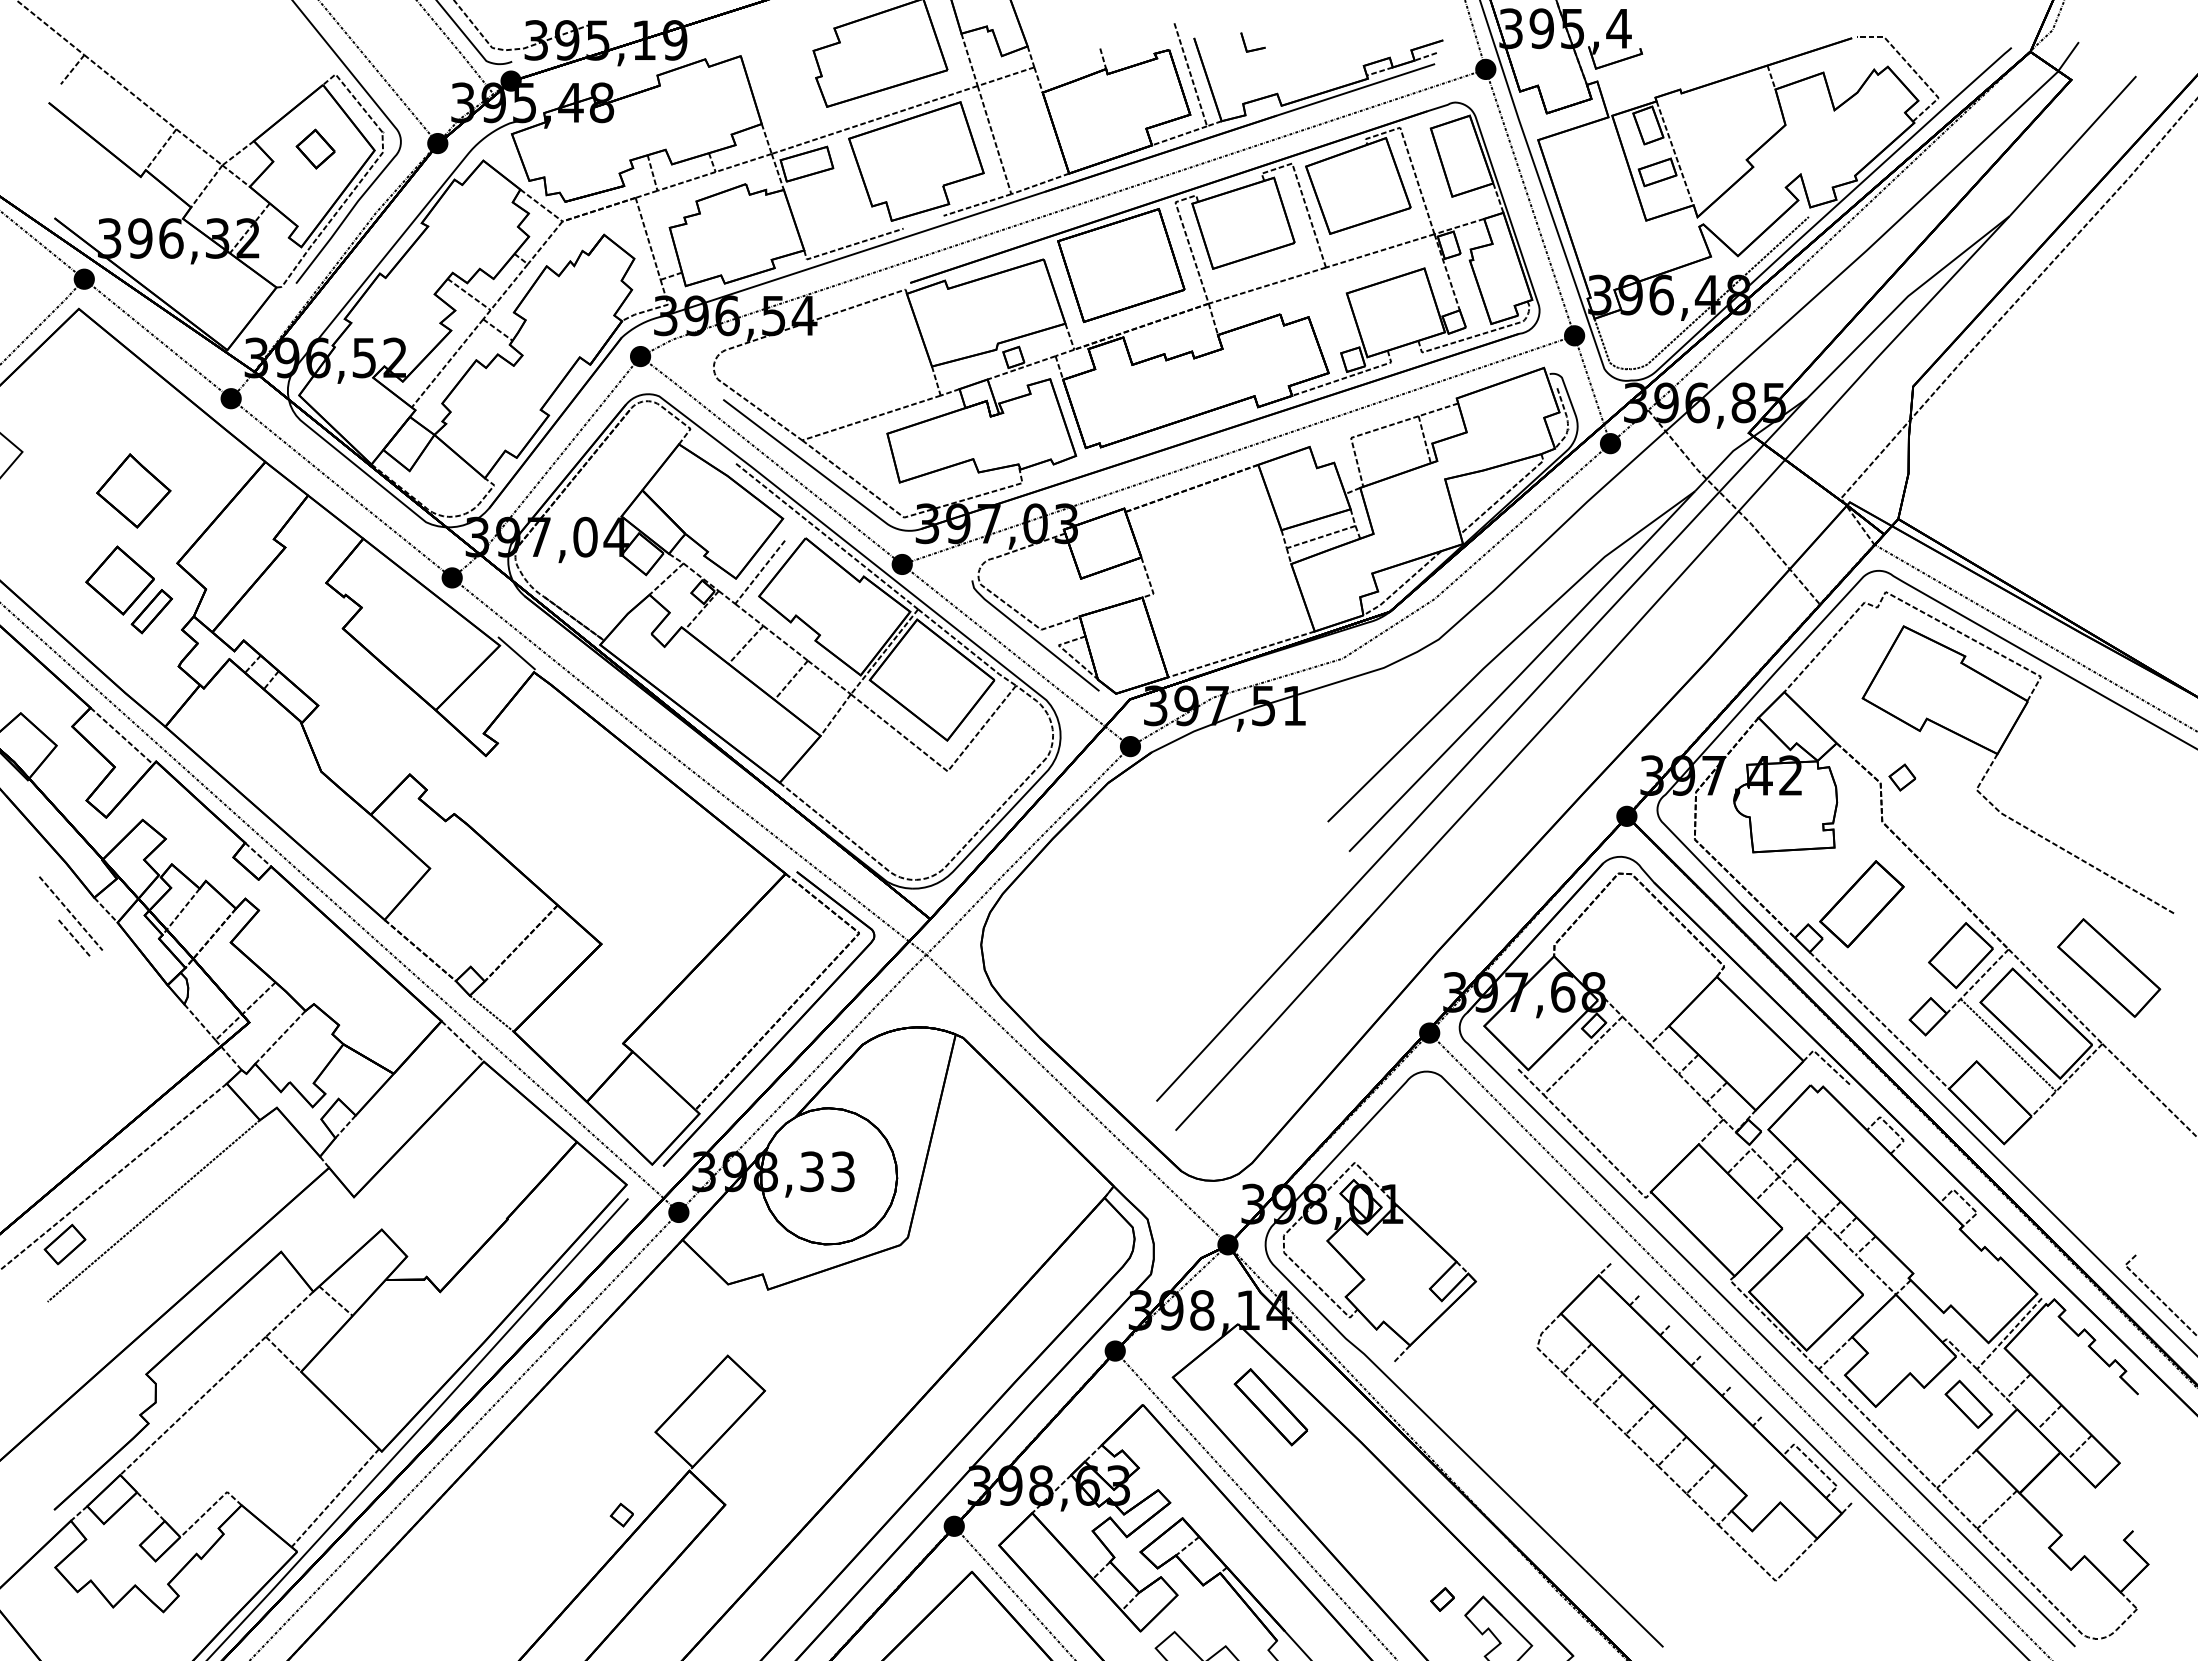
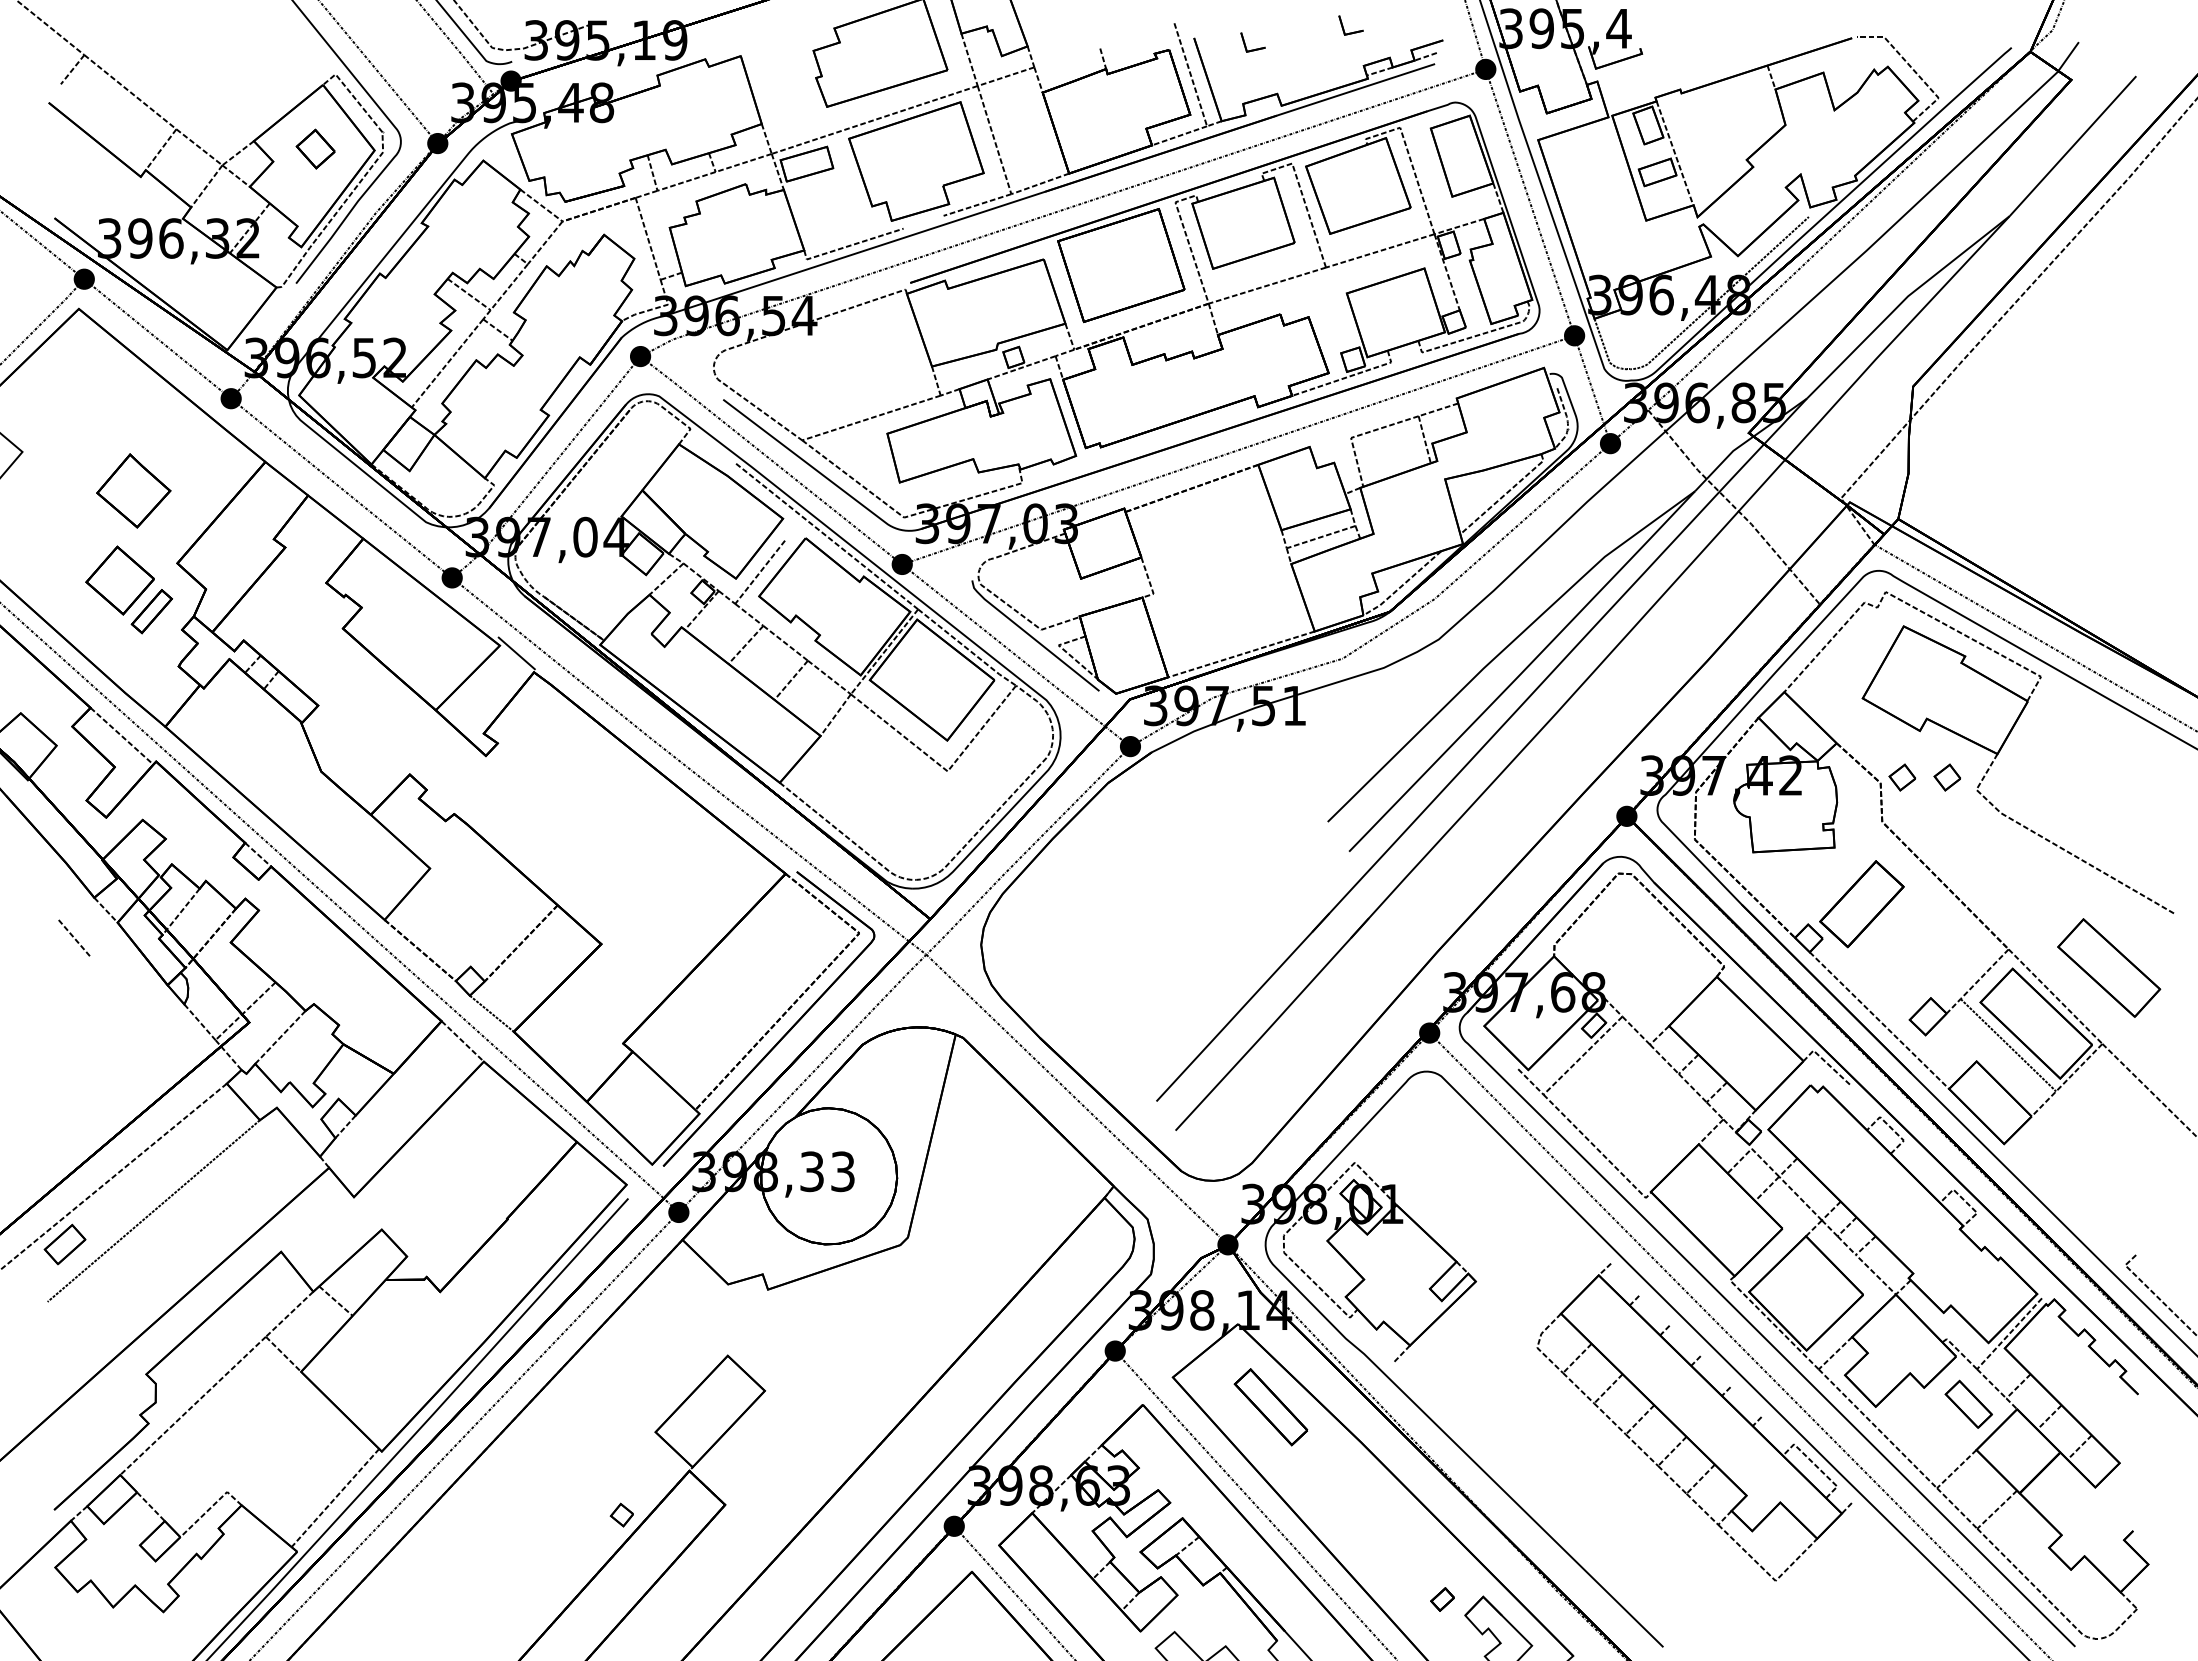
part at (1353, 31): none -> present
part at (1946, 777): none -> present
line at (70, 912): present -> none
part at (1960, 955): present -> none
